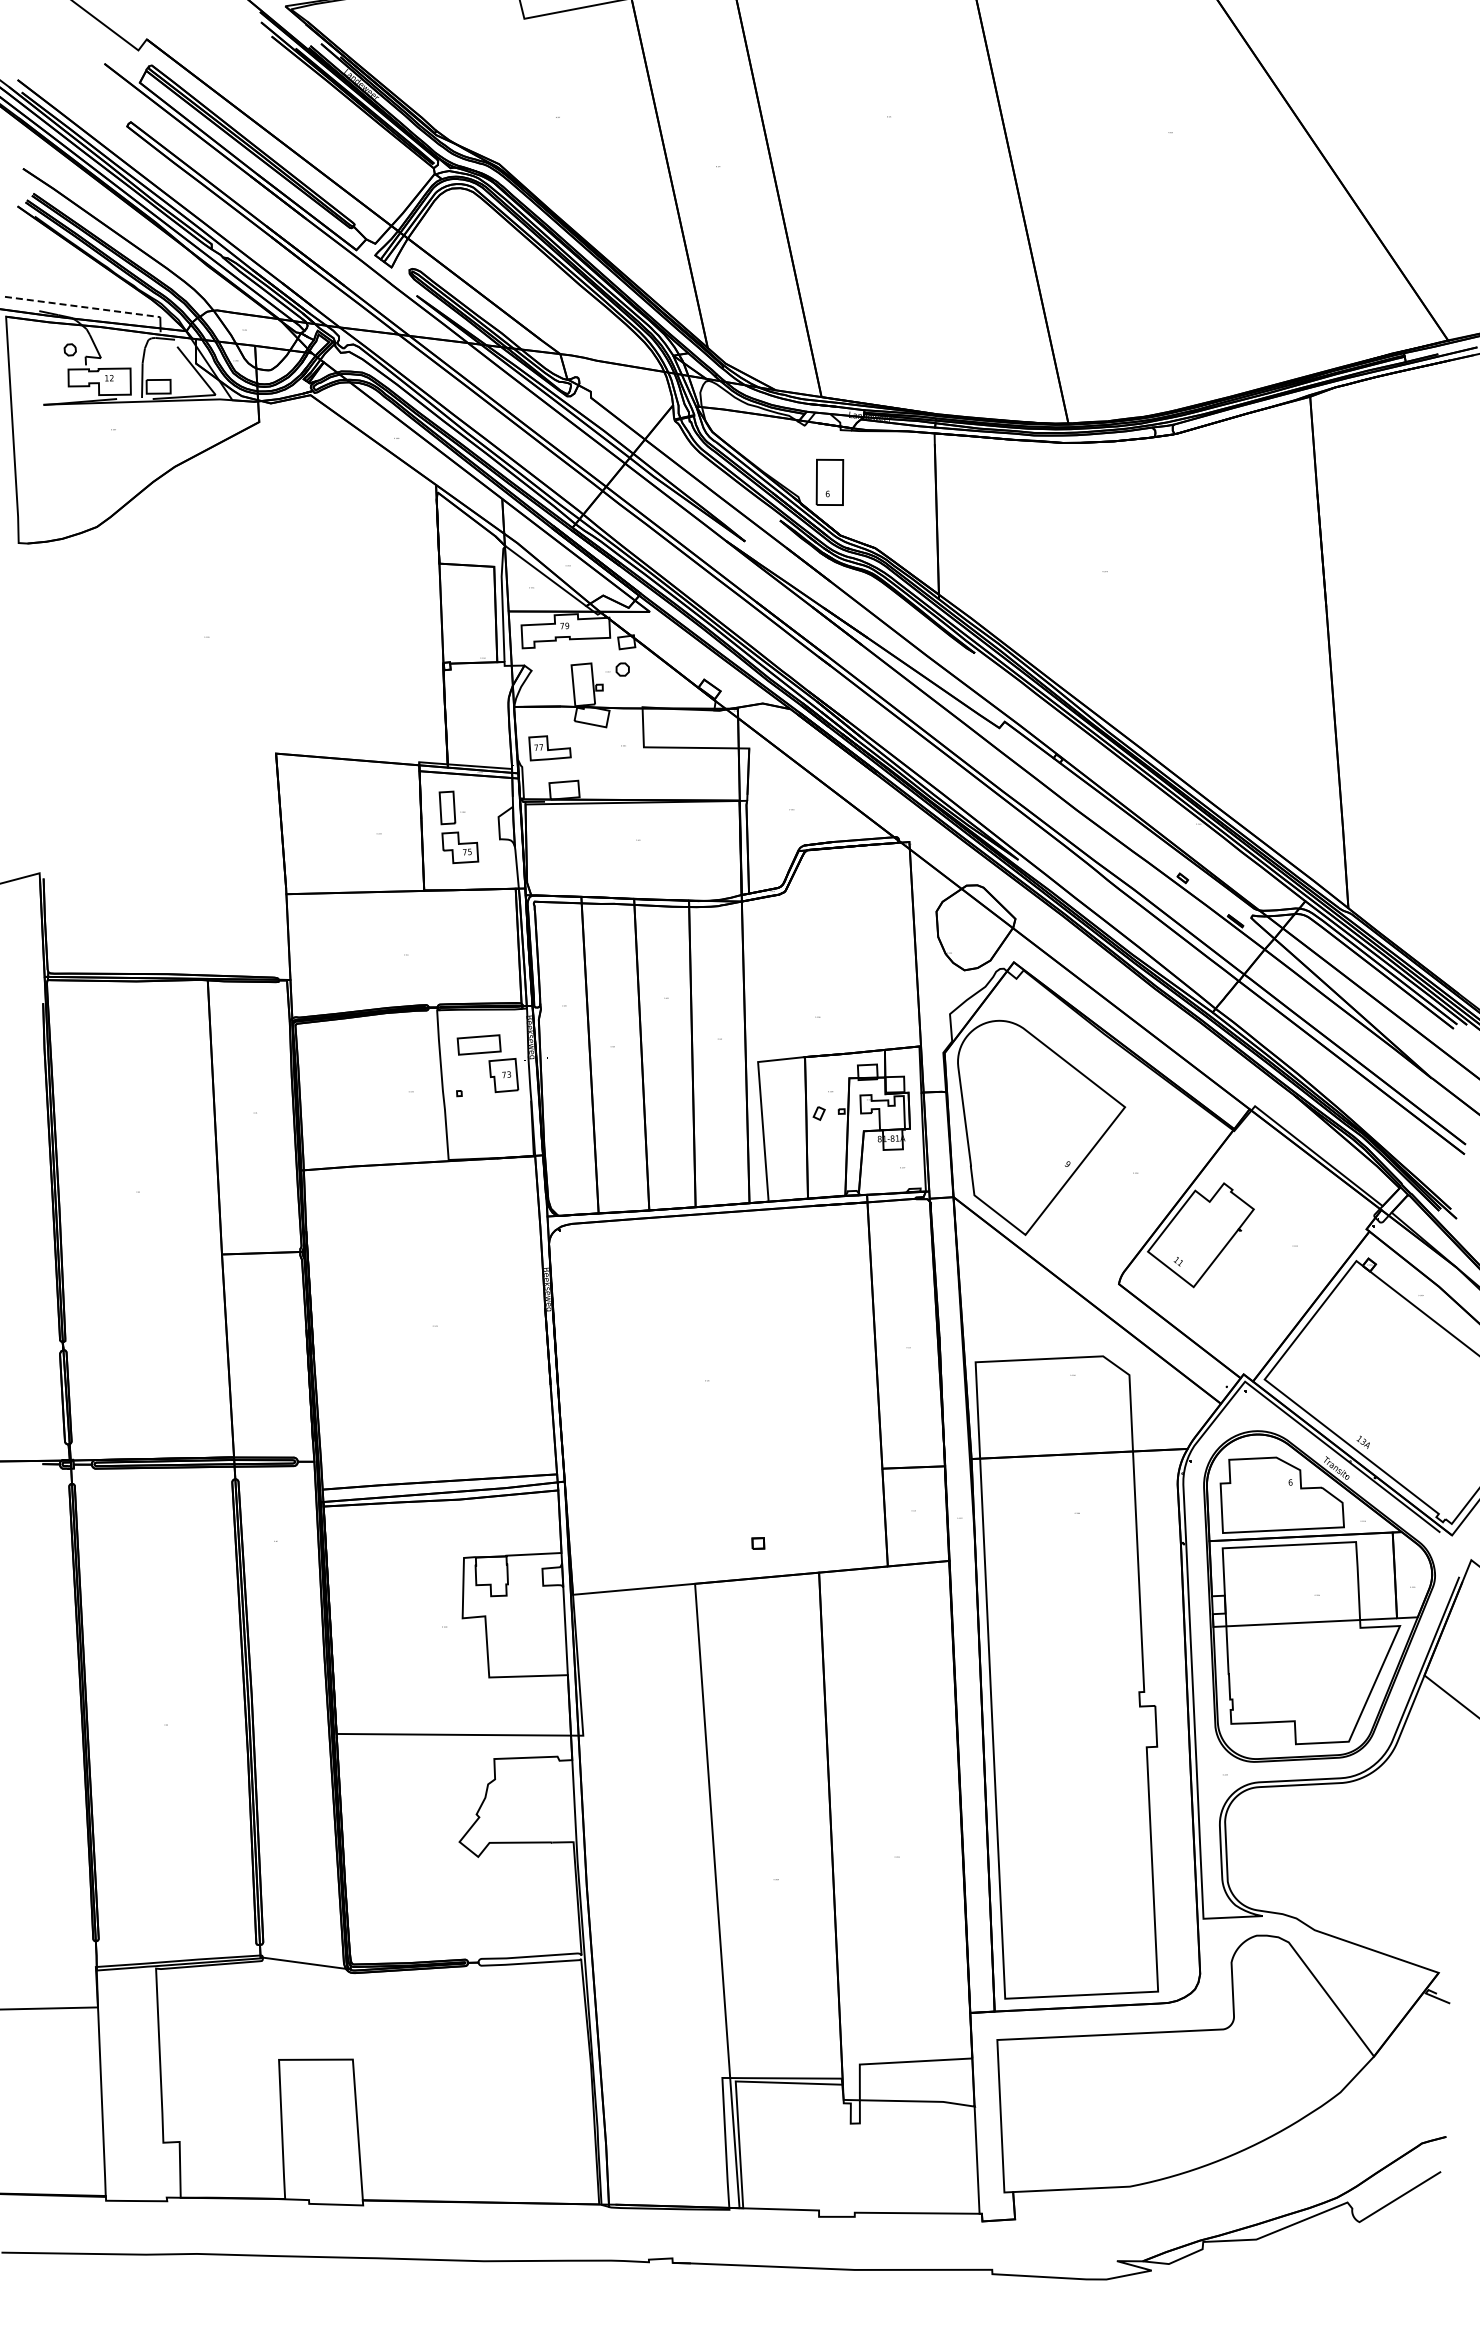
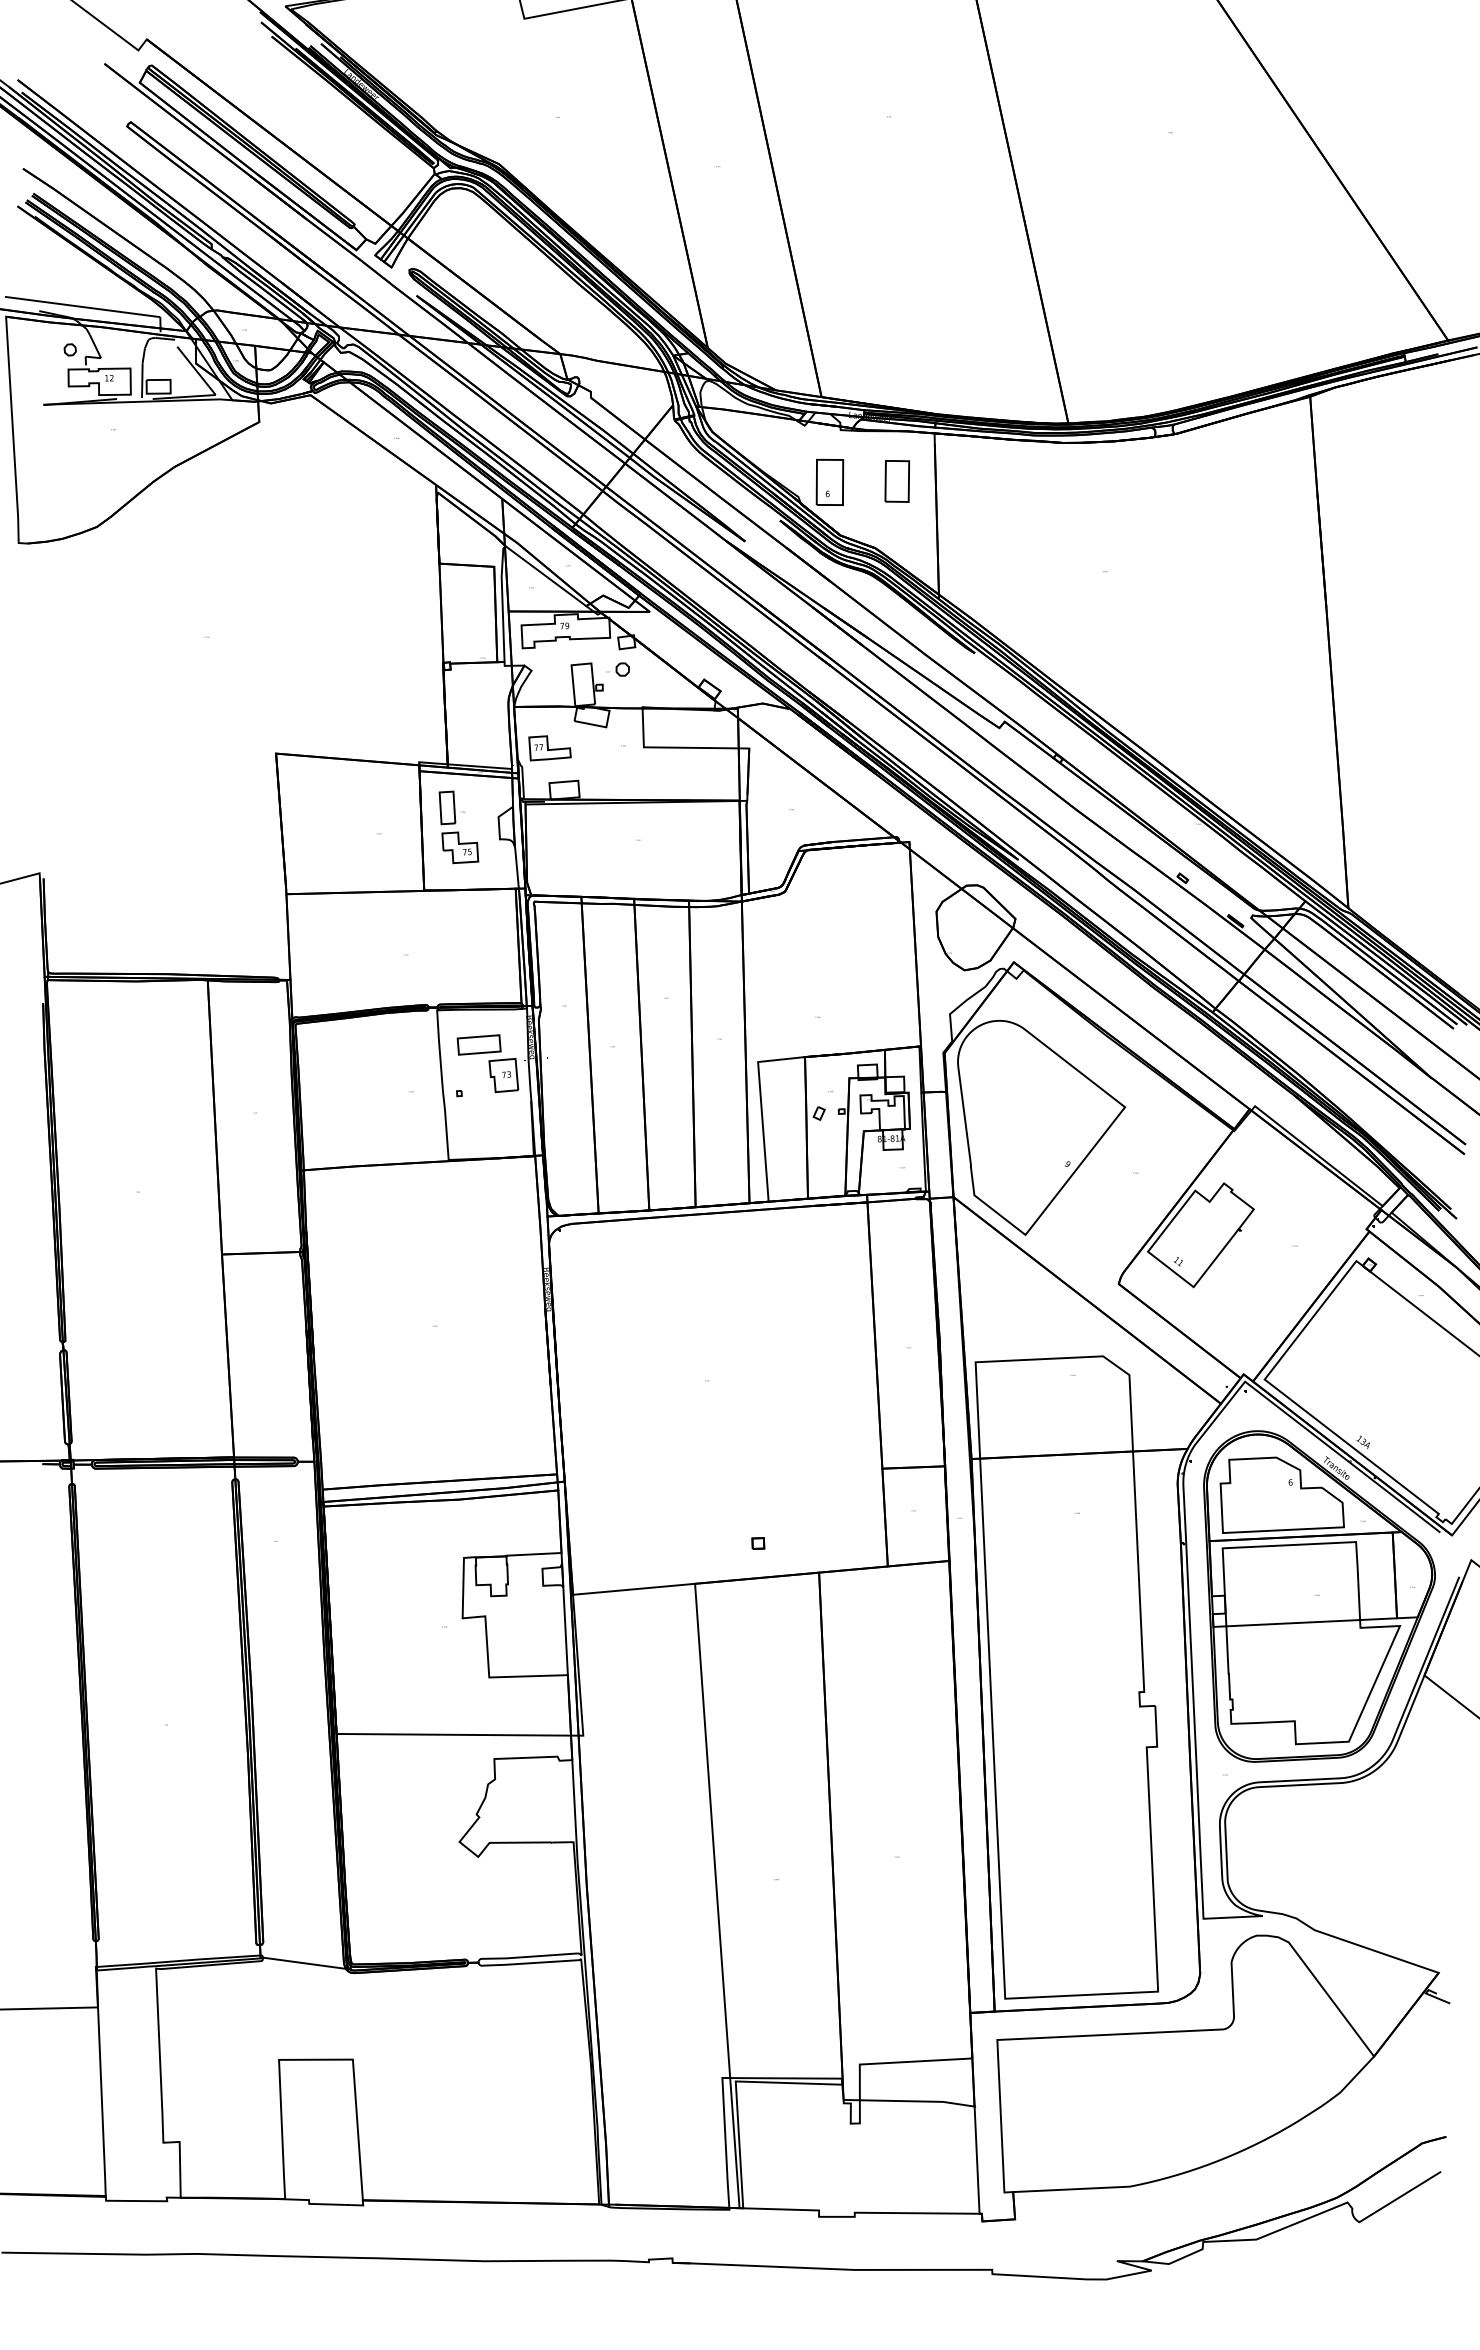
line at (83, 307): dashed -> solid
part at (897, 481): none -> present
